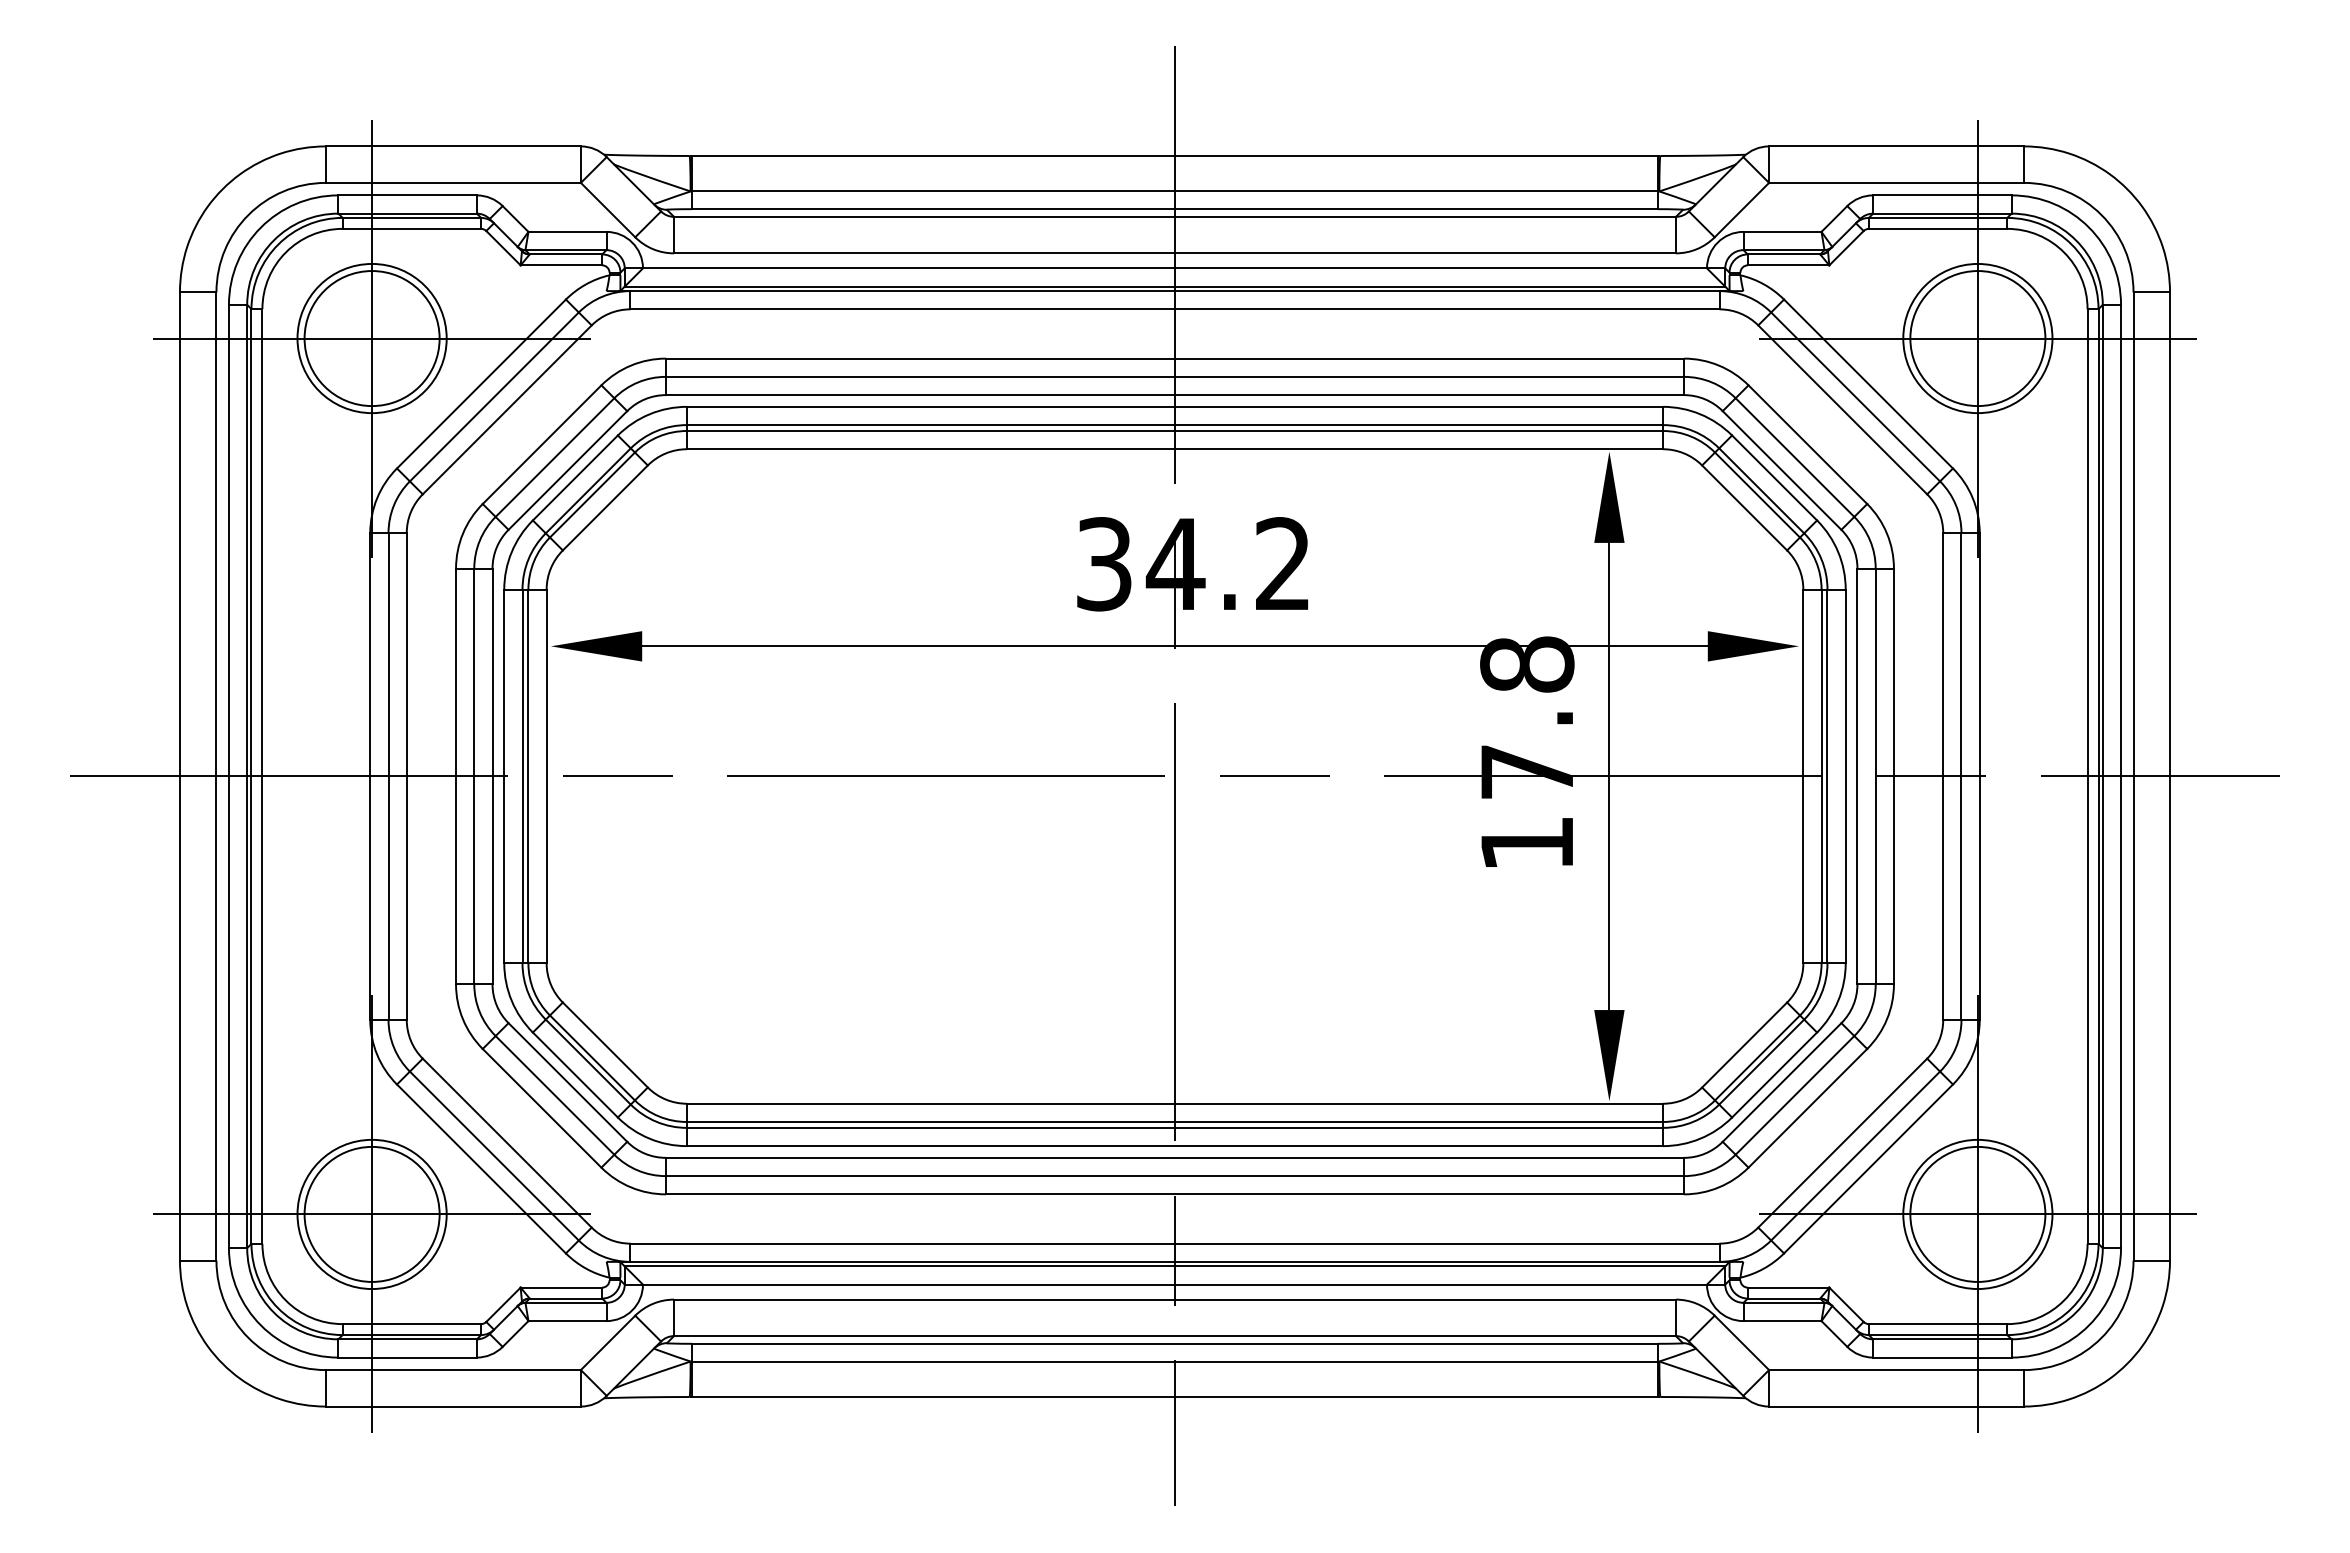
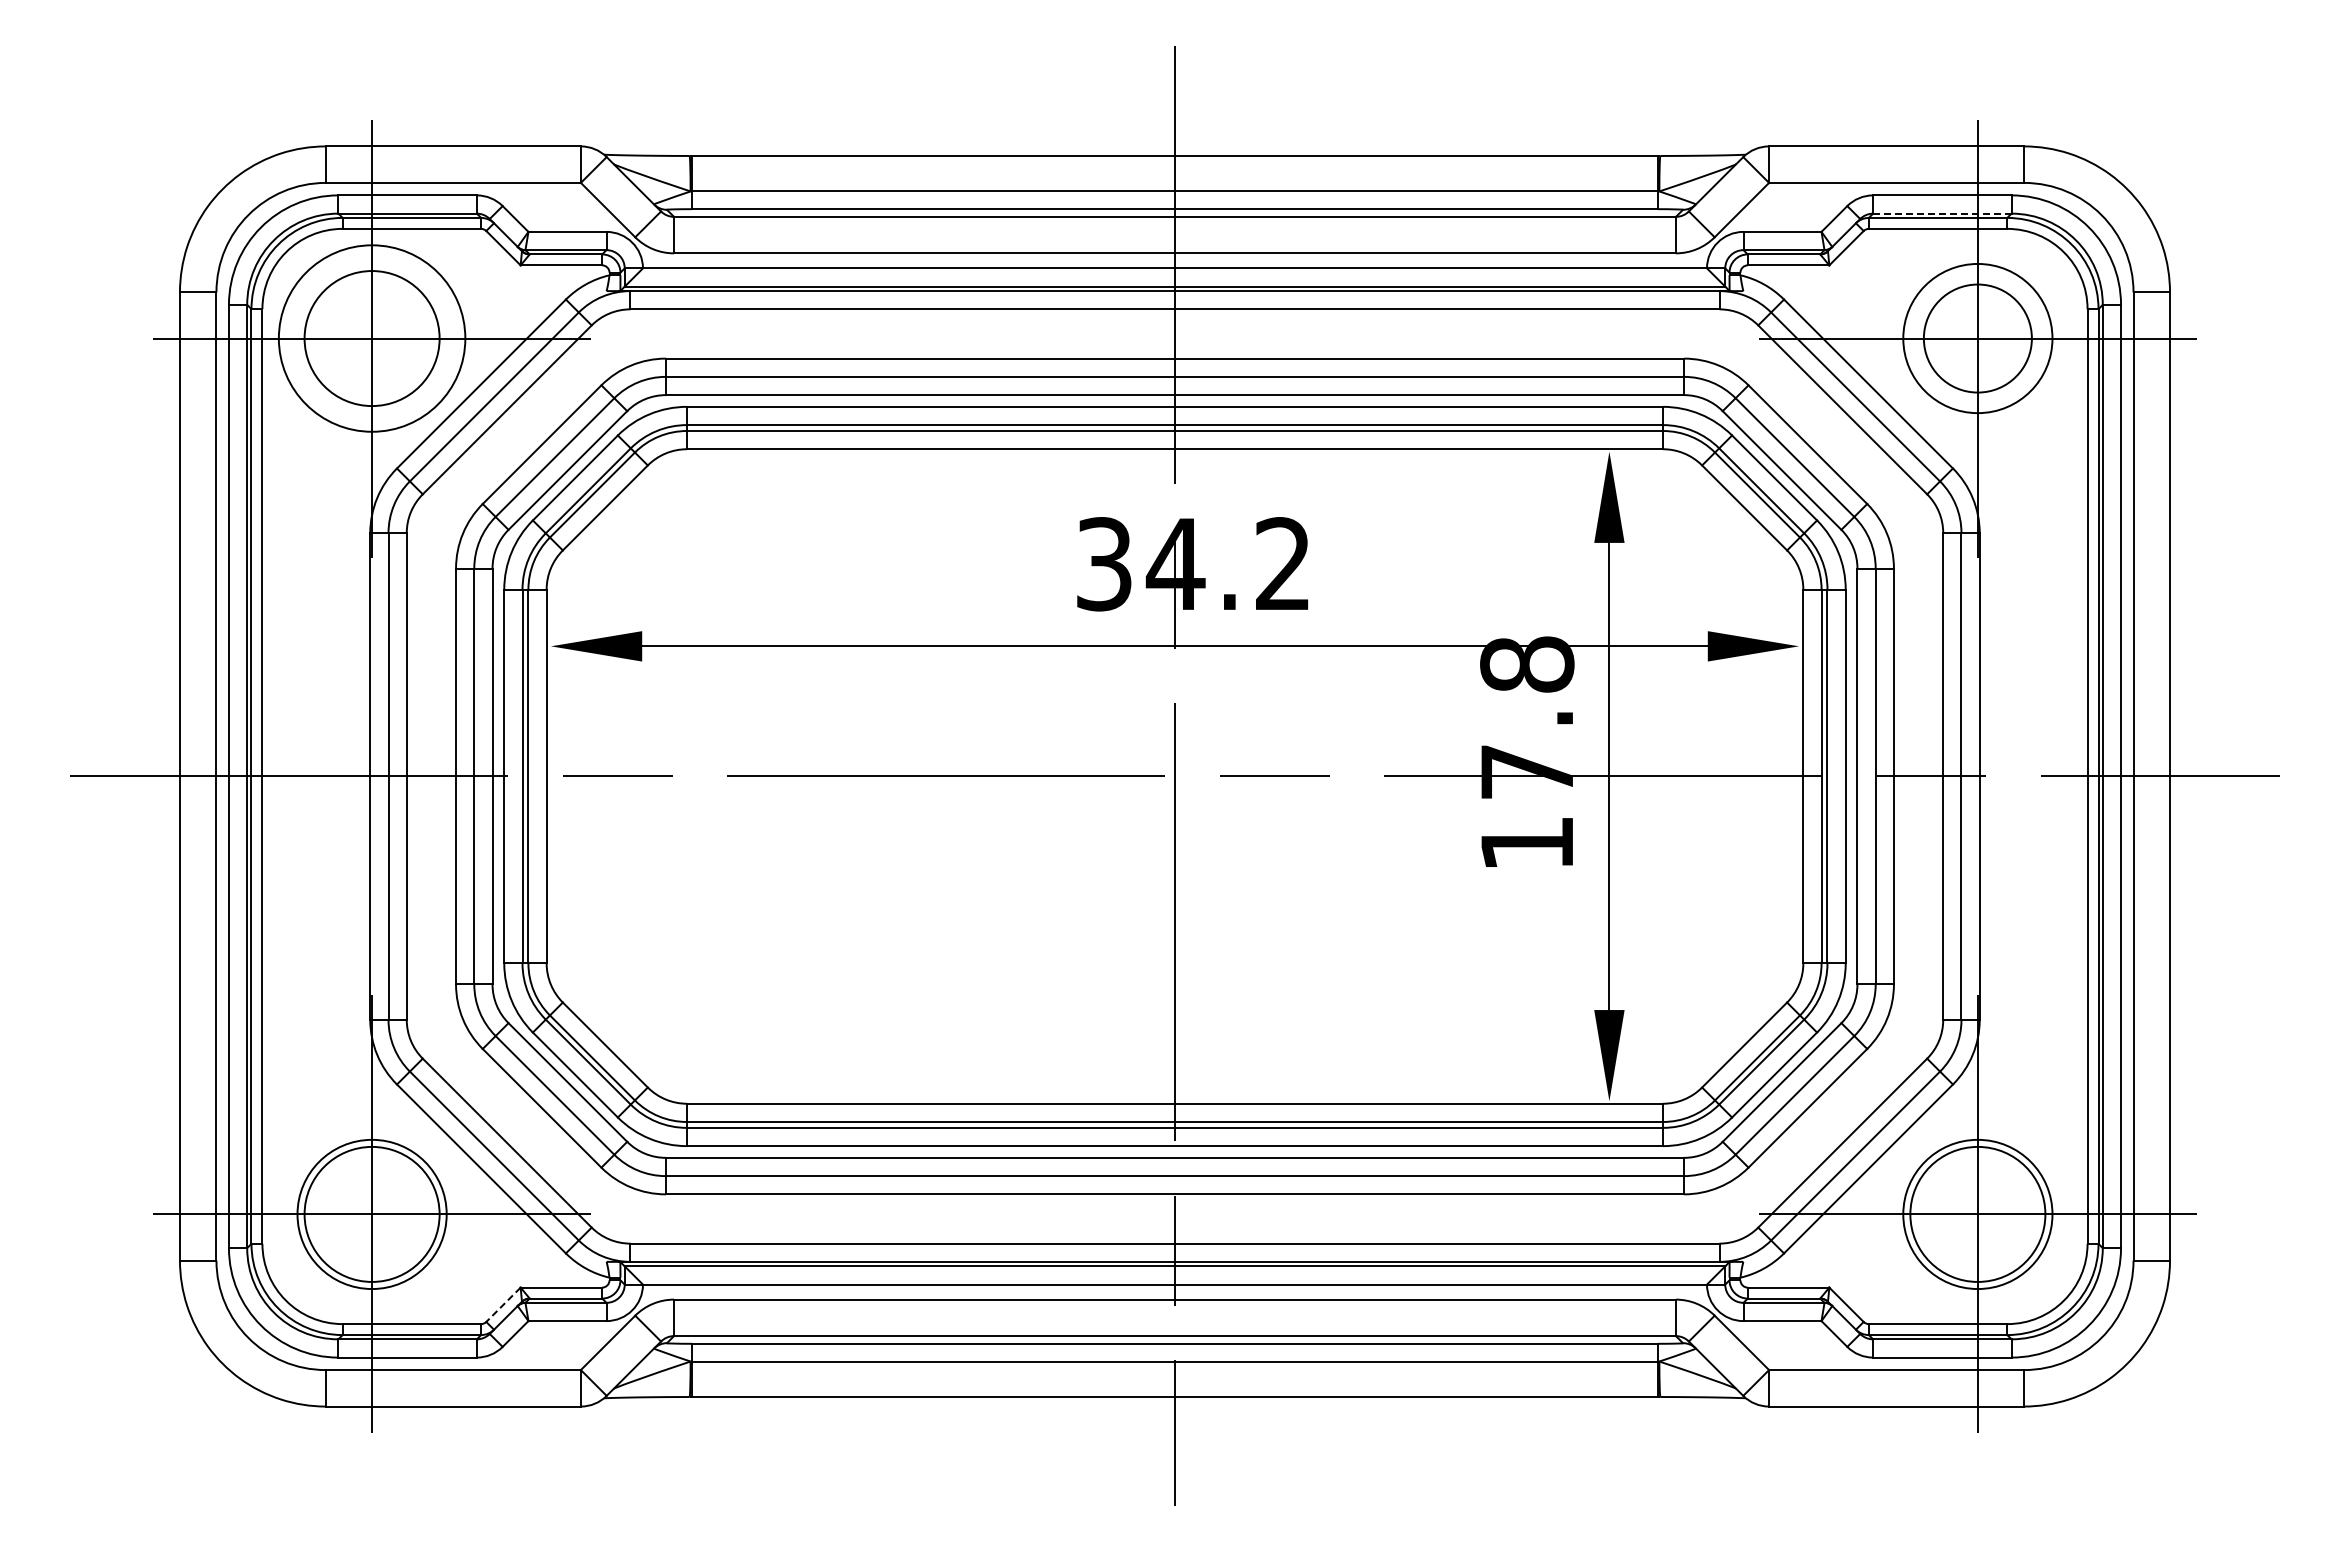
line at (1942, 213): solid -> dashed
circle at (371, 338) diameter: 149 px -> 186 px
circle at (1977, 338) diameter: 135 px -> 108 px
line at (503, 1305): solid -> dashed
